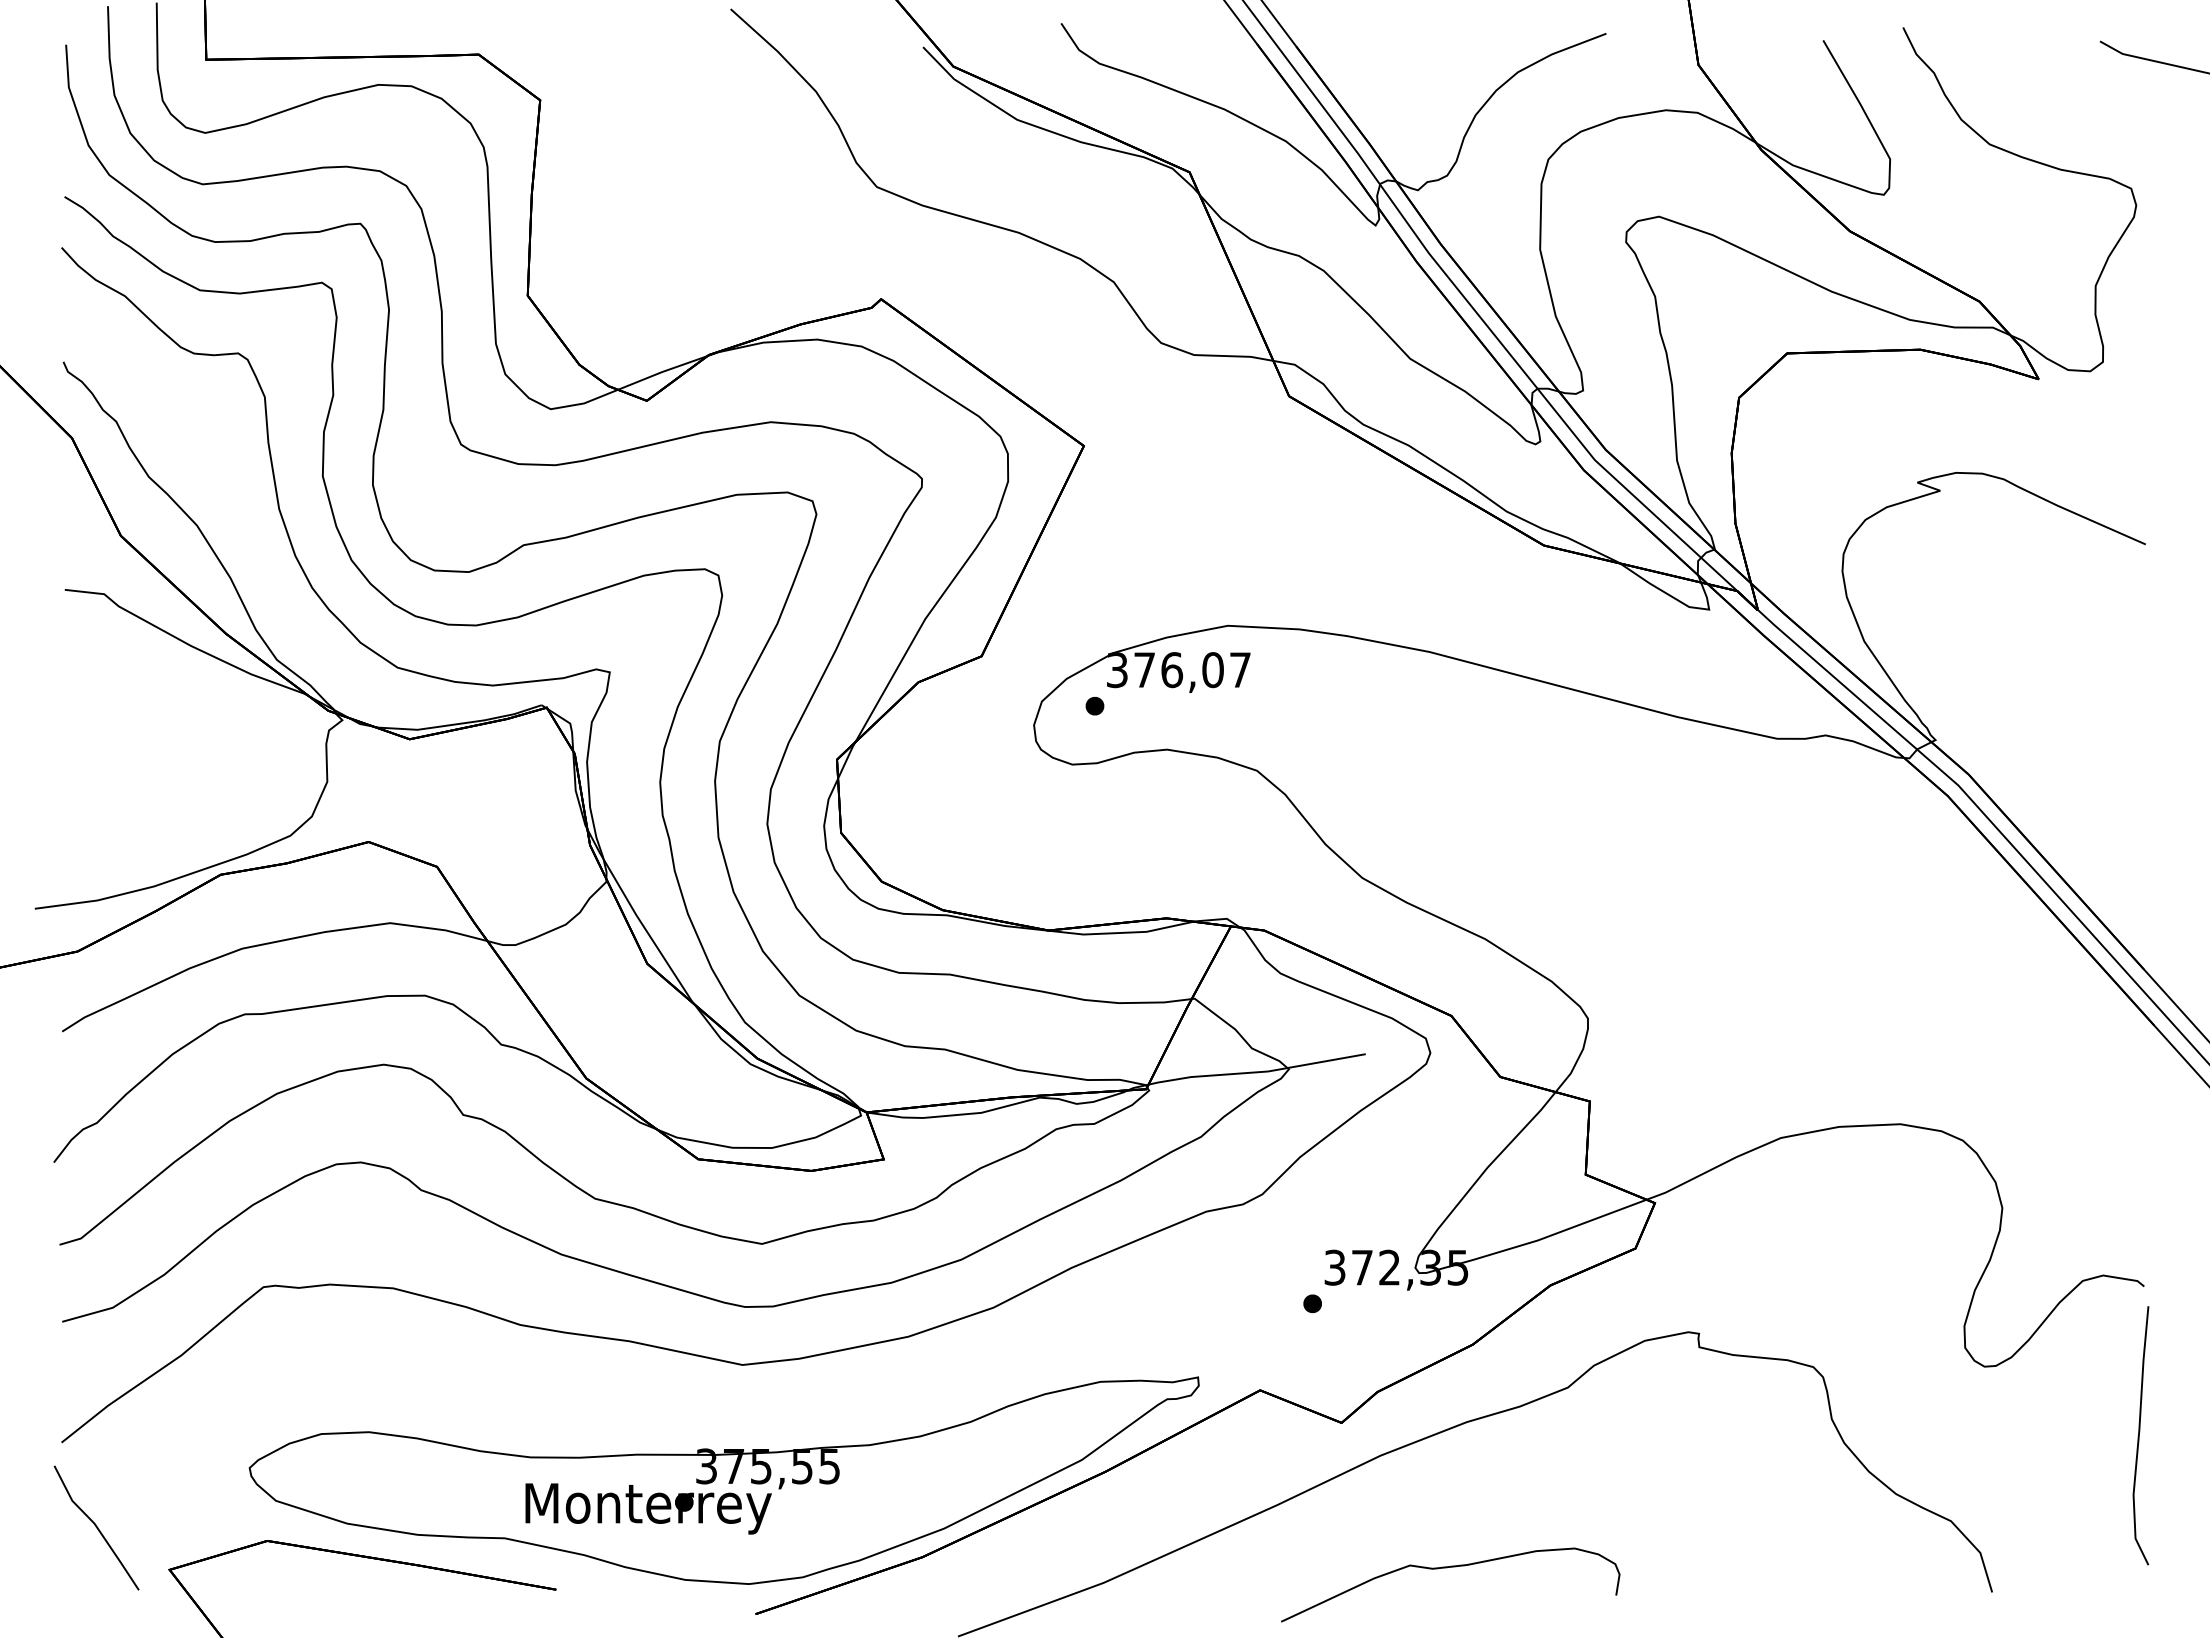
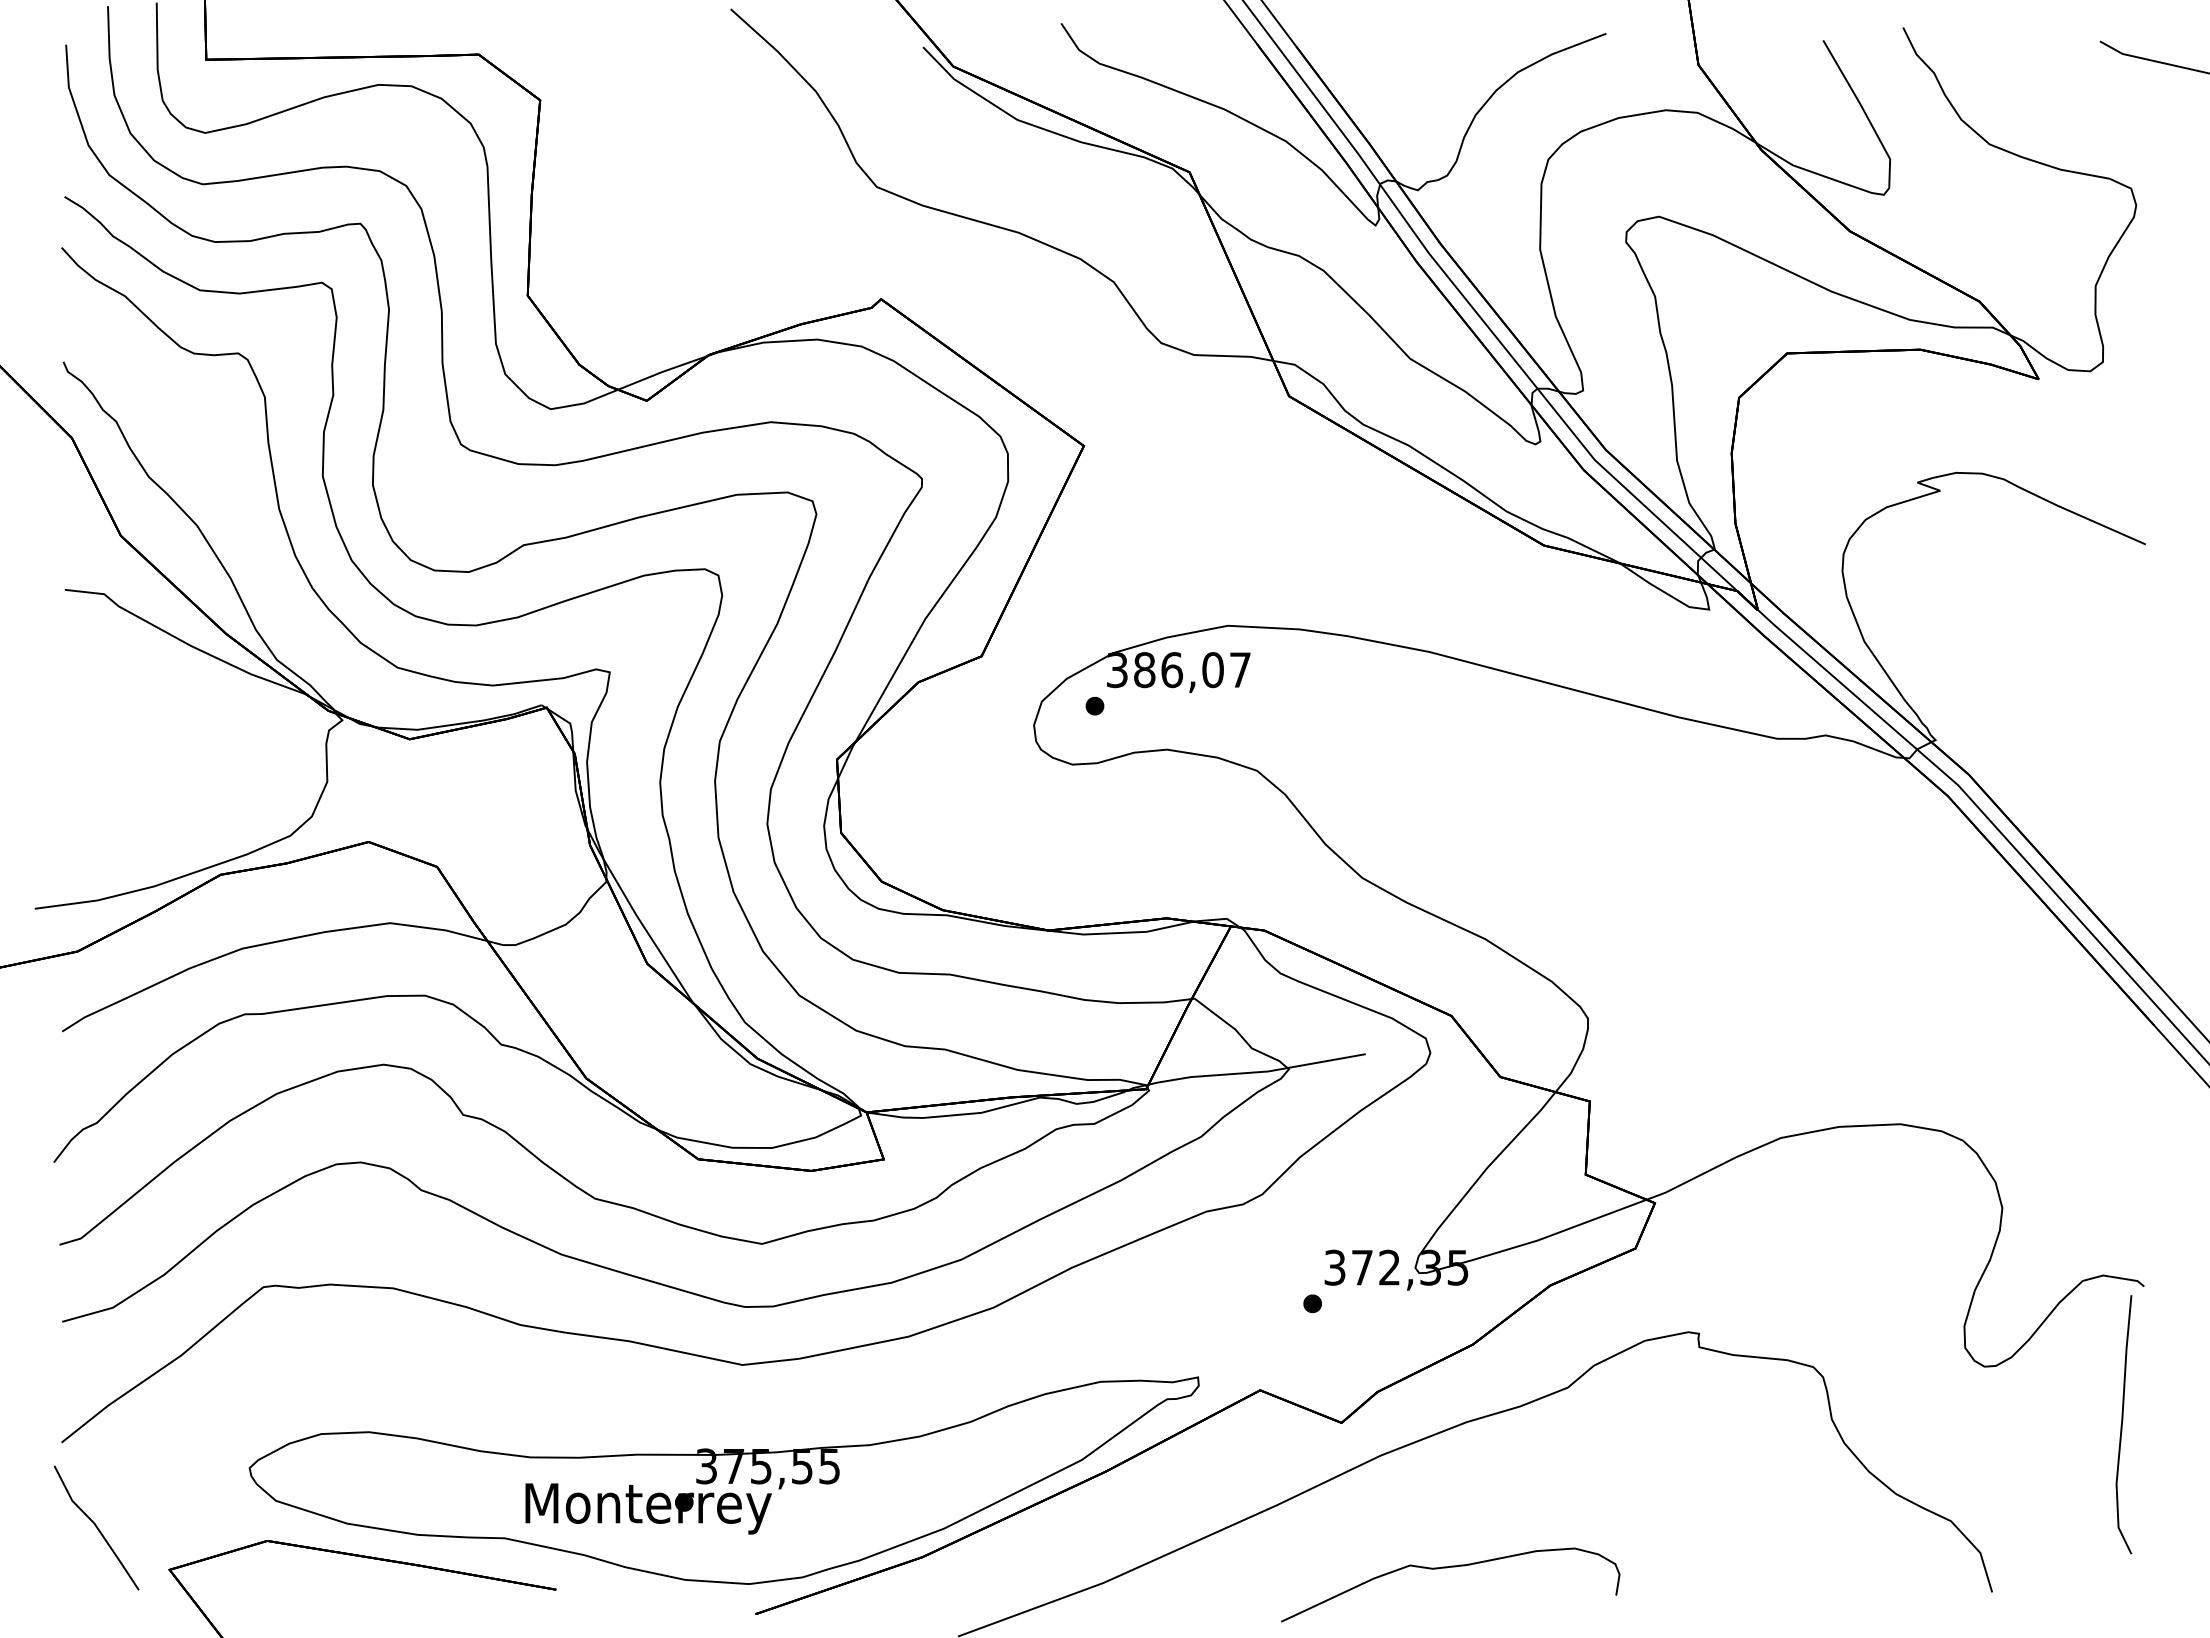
text at (1144, 670): 376,07 -> 386,07
curve at (2139, 1435) position: (2139, 1435) -> (2122, 1424)
